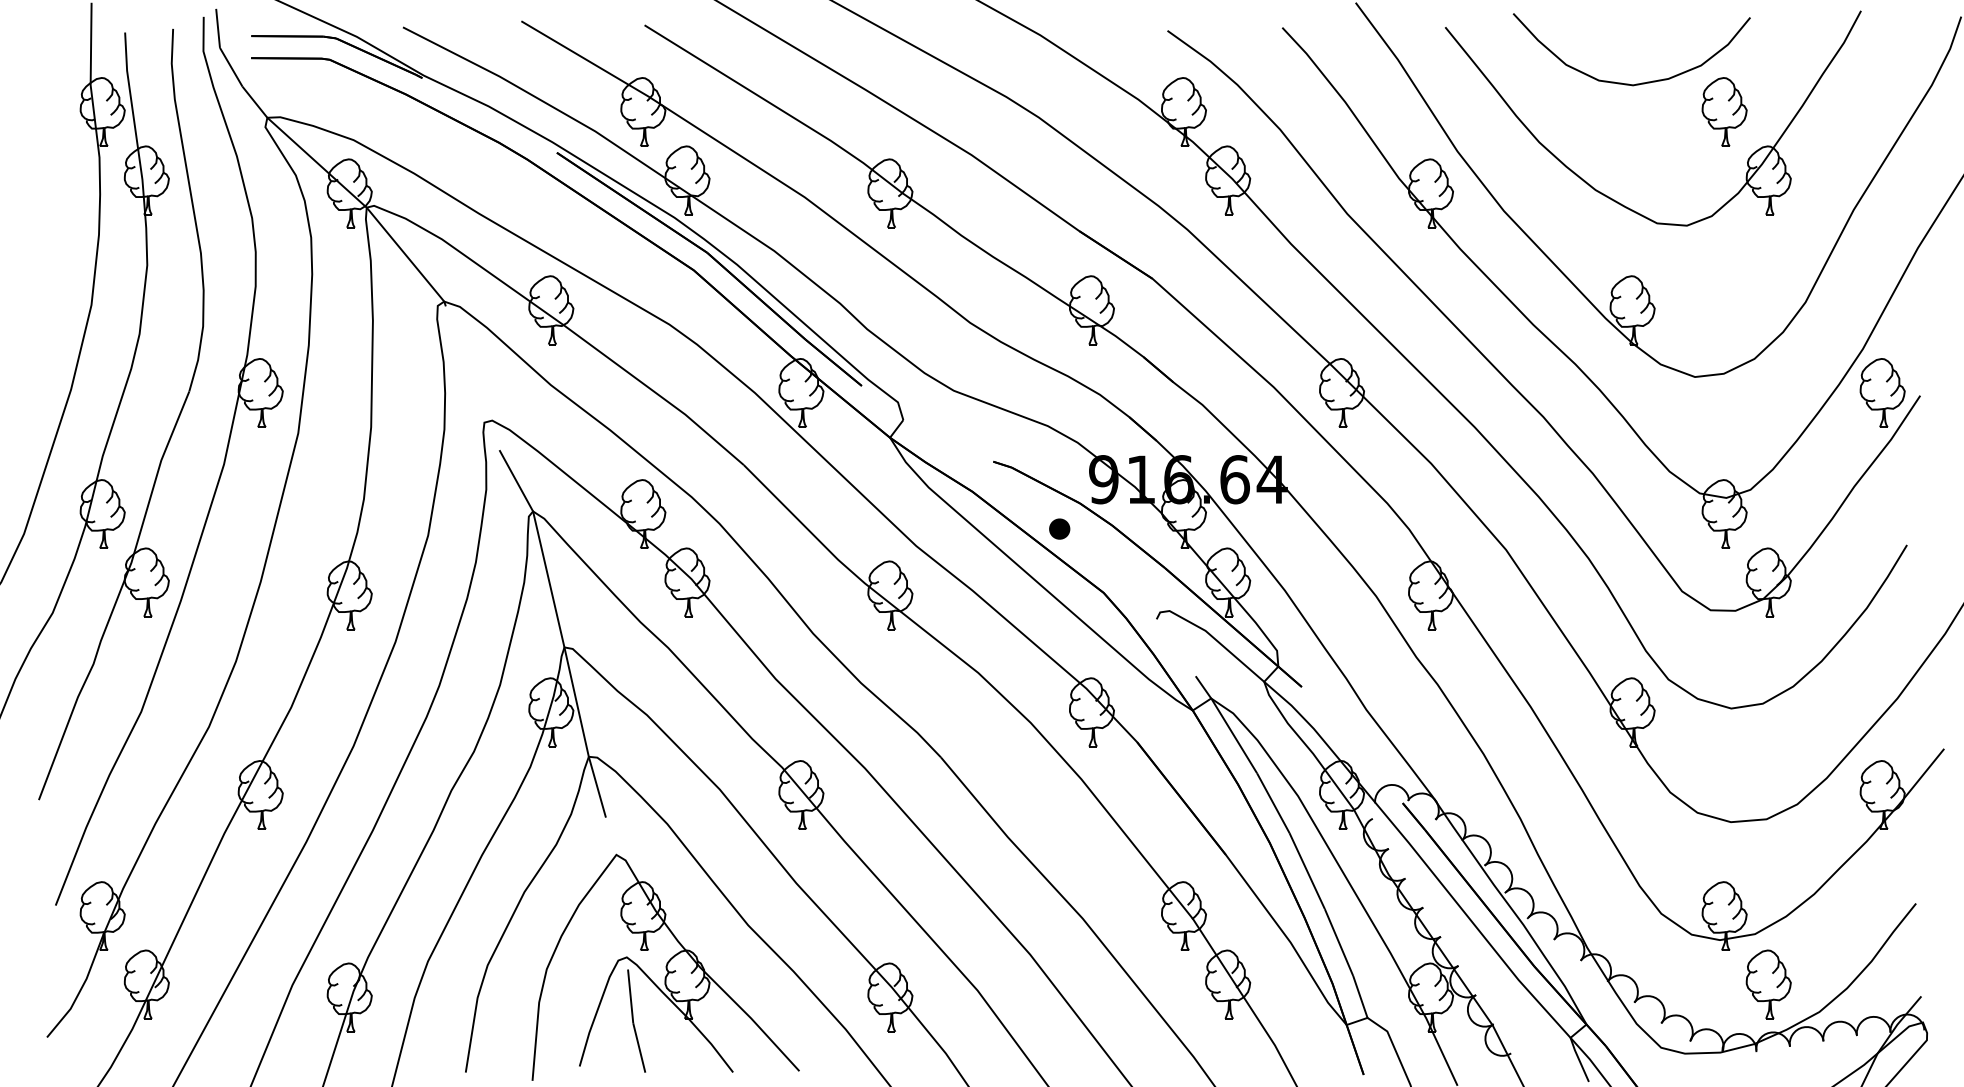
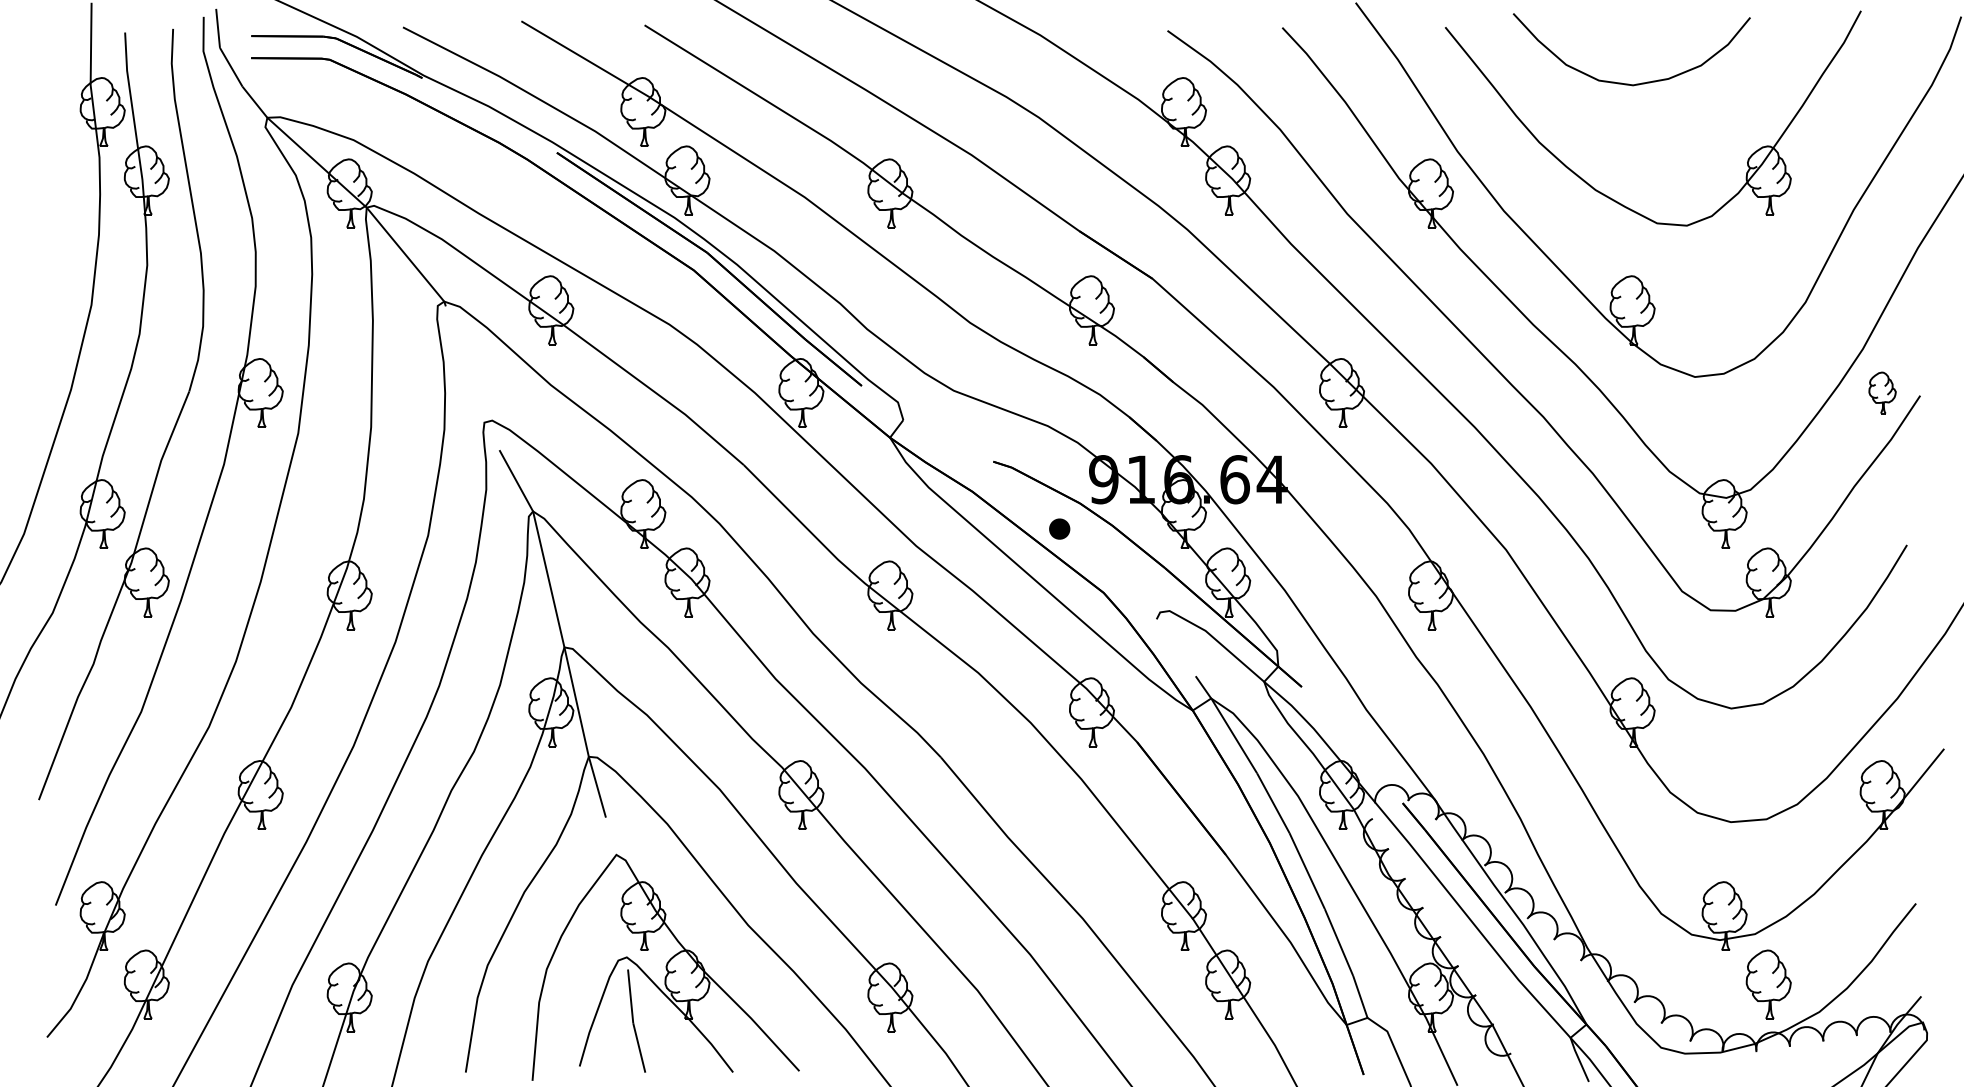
part at (1724, 111): present -> none
part at (1882, 392) size: 47x70 px -> 29x44 px
